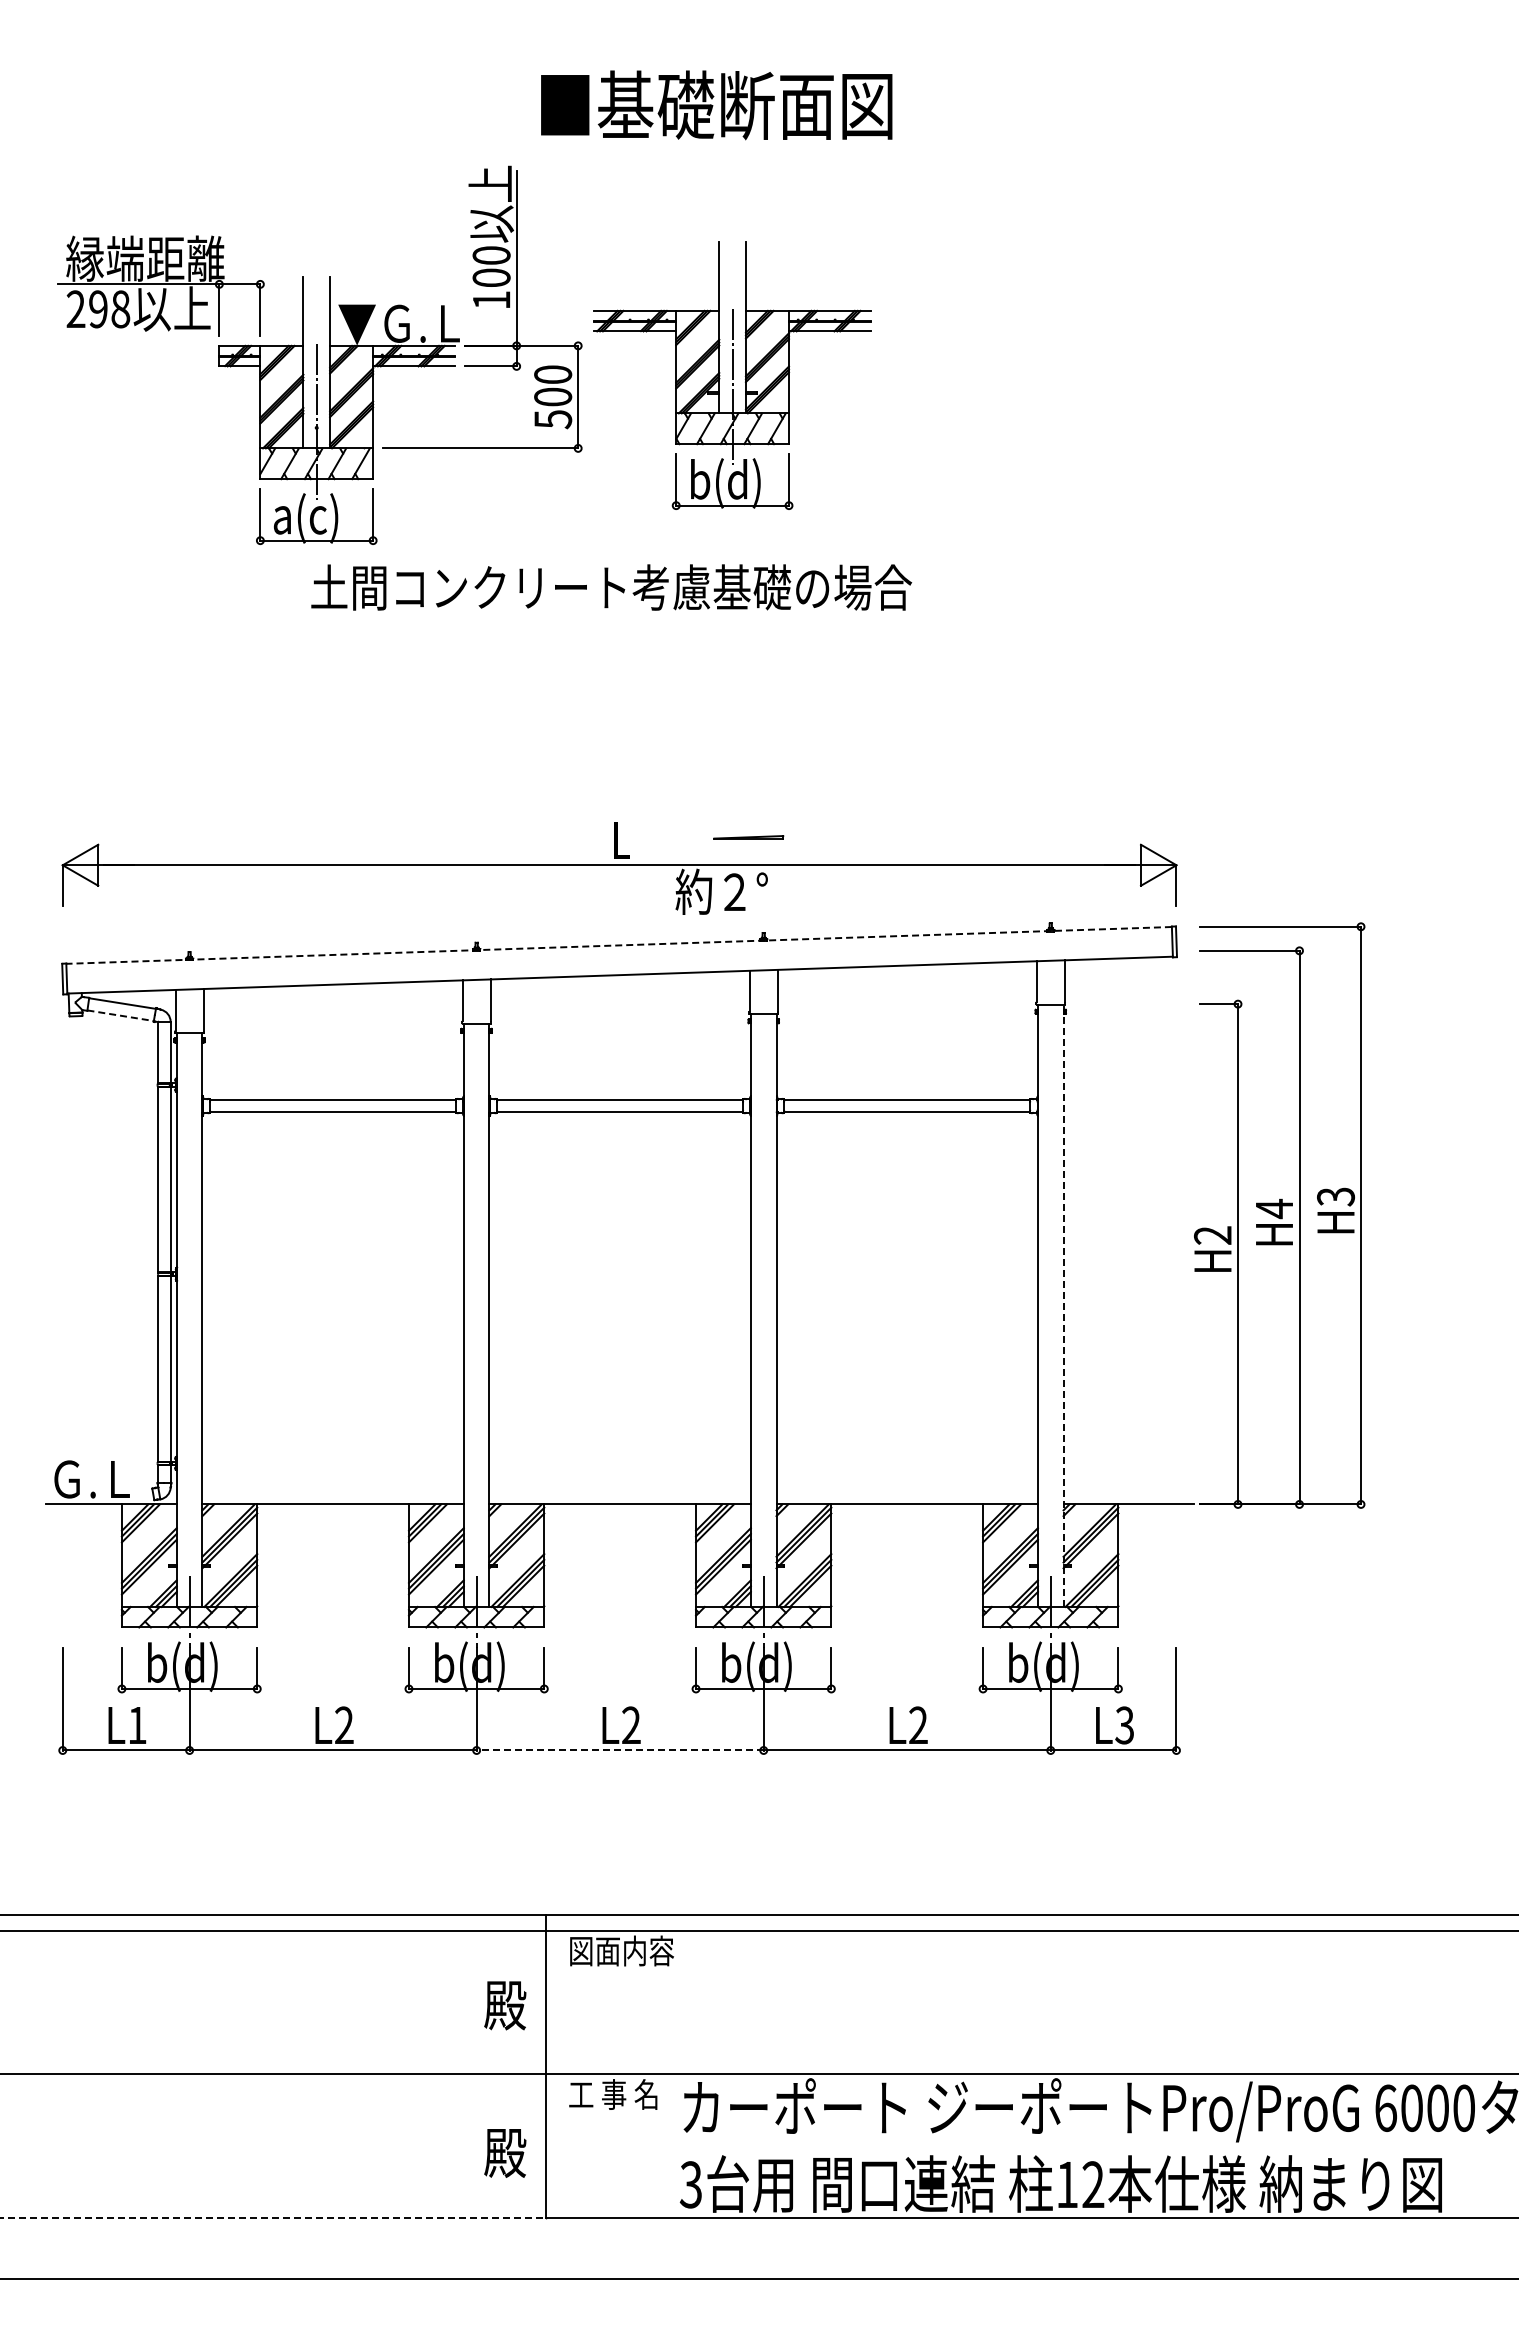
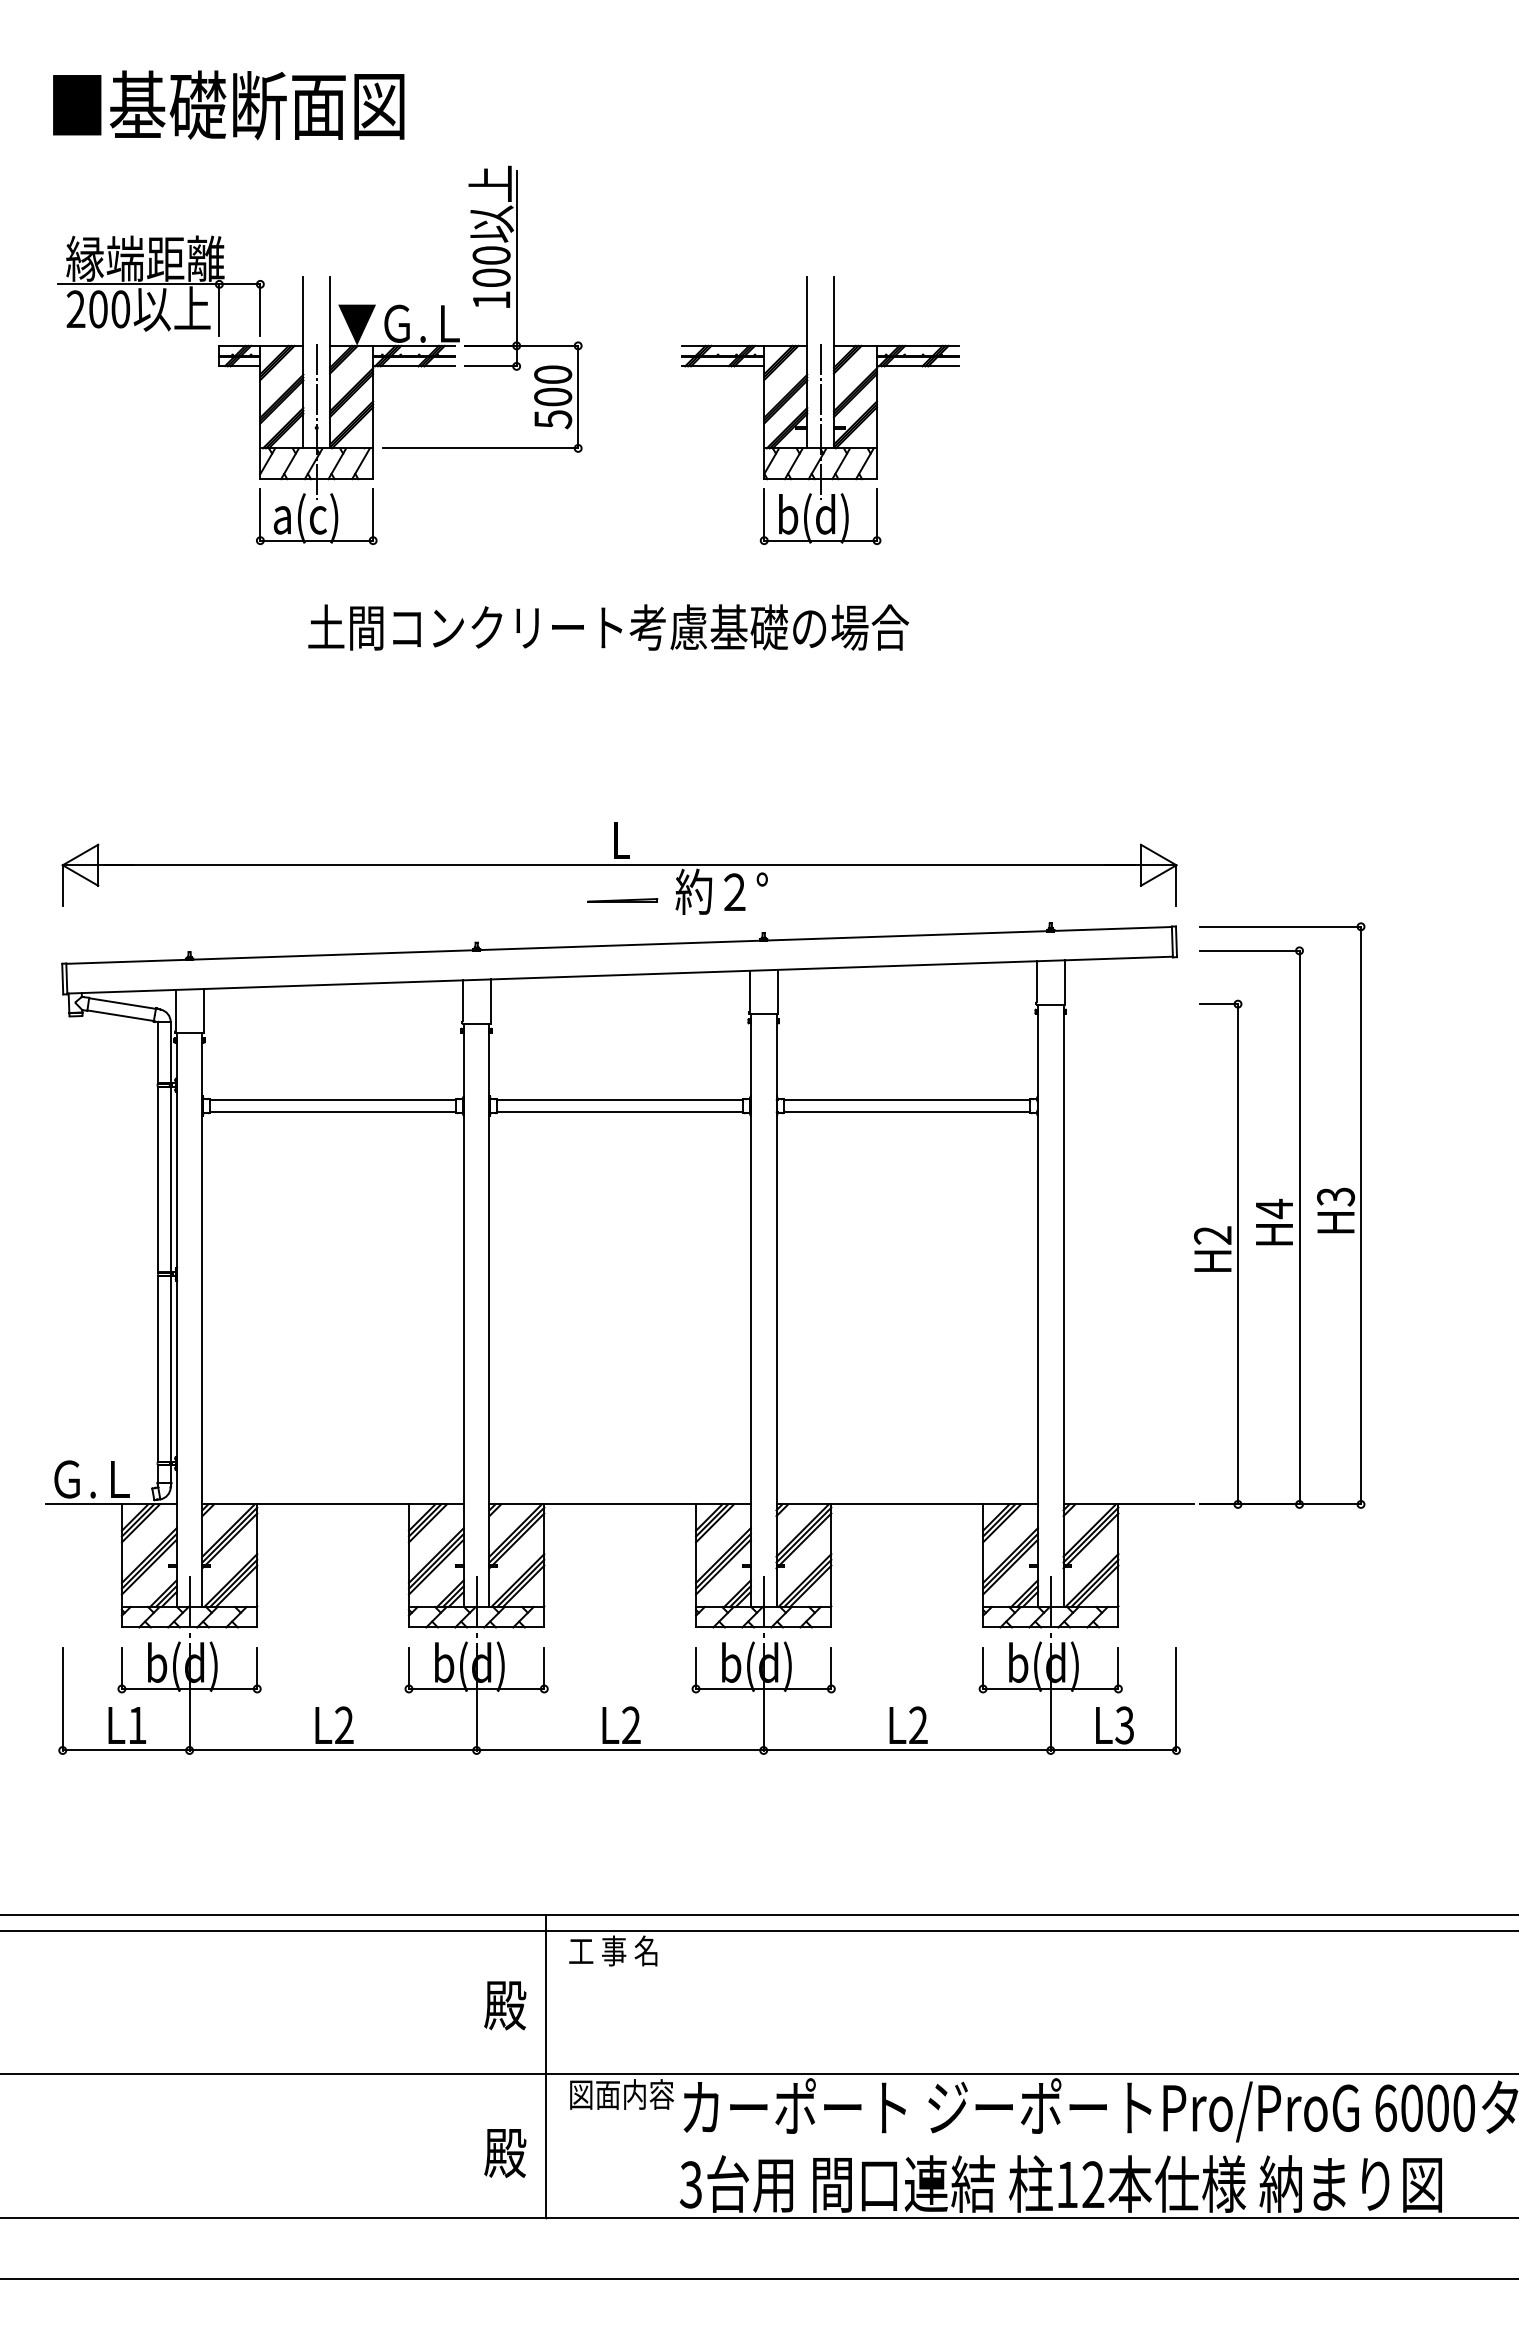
text at (716, 105) position: (716, 105) -> (228, 105)
text at (109, 309): 298 -> 200
part at (732, 375) position: (732, 375) -> (820, 410)
text at (611, 587) position: (611, 587) -> (608, 627)
line at (748, 837) position: (748, 837) -> (622, 900)
line at (618, 945): dashed -> solid
line at (120, 1015): dashed -> solid
line at (1063, 1305): dashed -> solid
line at (620, 1750): dashed -> solid
text at (621, 1950): 図面内容 -> 工 事 名
text at (621, 2094): 工 事 名 -> 図面内容
line at (273, 2217): dashed -> solid
